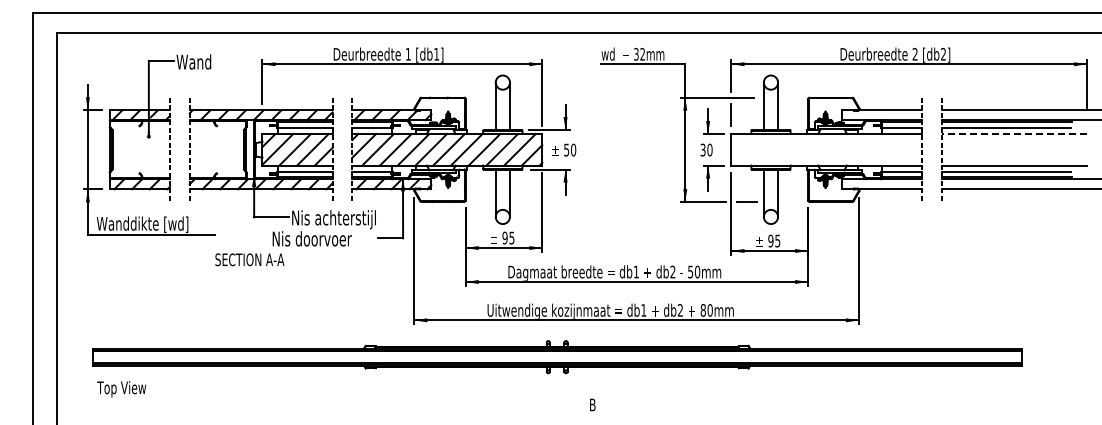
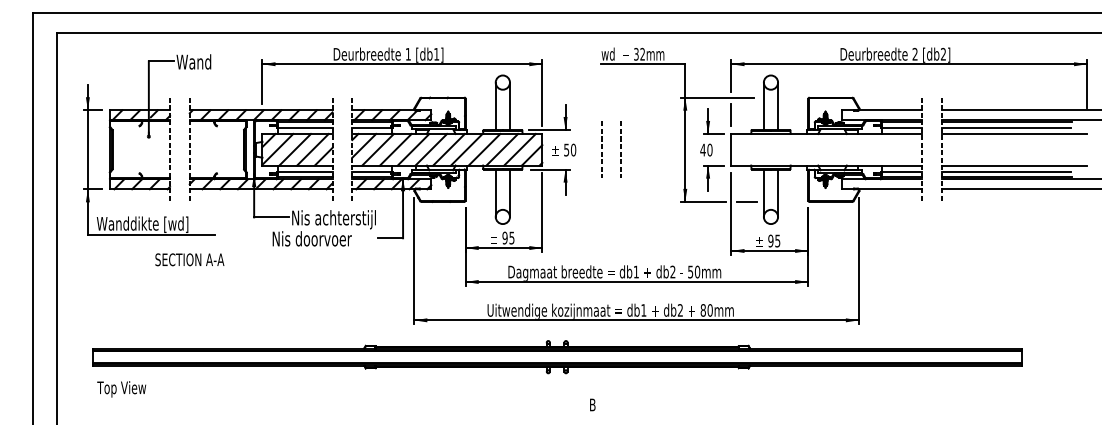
line at (1014, 133): dashed -> solid
line at (620, 148): none -> present
line at (601, 149): none -> present
text at (702, 149): 30 -> 40
text at (249, 259) position: (249, 259) -> (189, 259)
